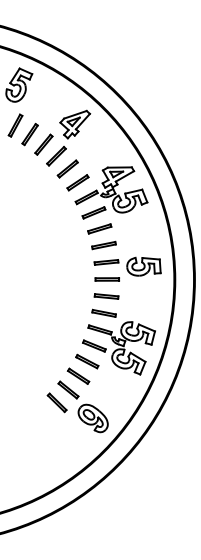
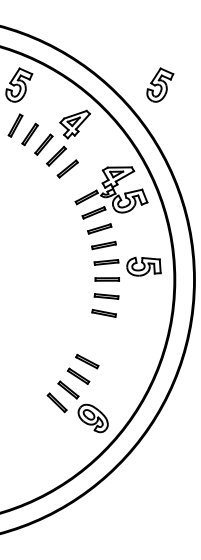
part at (160, 84): none -> present
part at (77, 182): present -> none
part at (118, 348): present -> none
